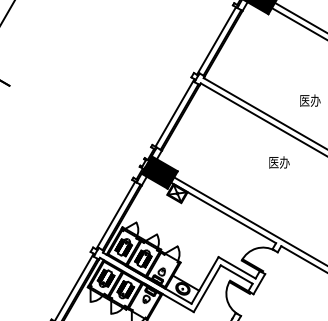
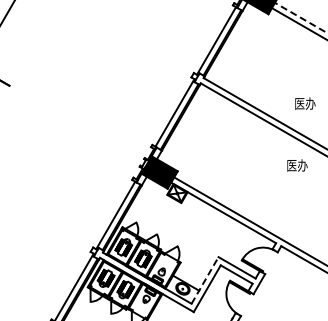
line at (299, 16): solid -> dashed
text at (310, 100) position: (310, 100) -> (305, 103)
text at (279, 162) position: (279, 162) -> (297, 165)
line at (205, 280): solid -> dashed
